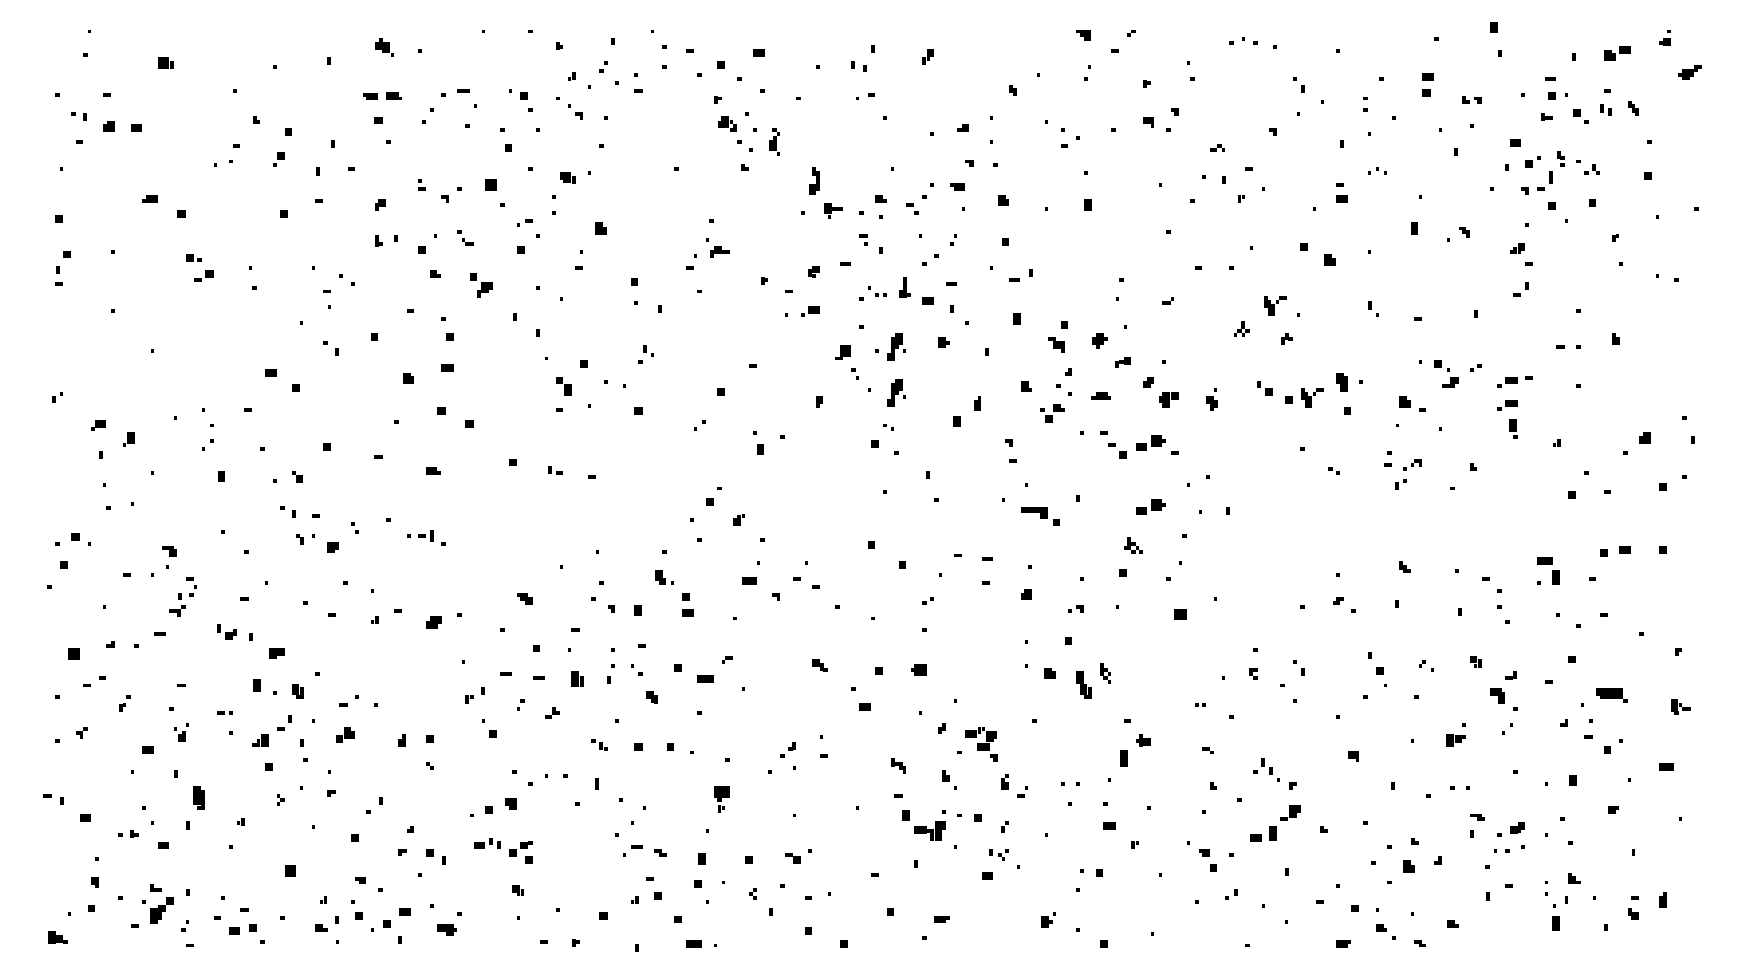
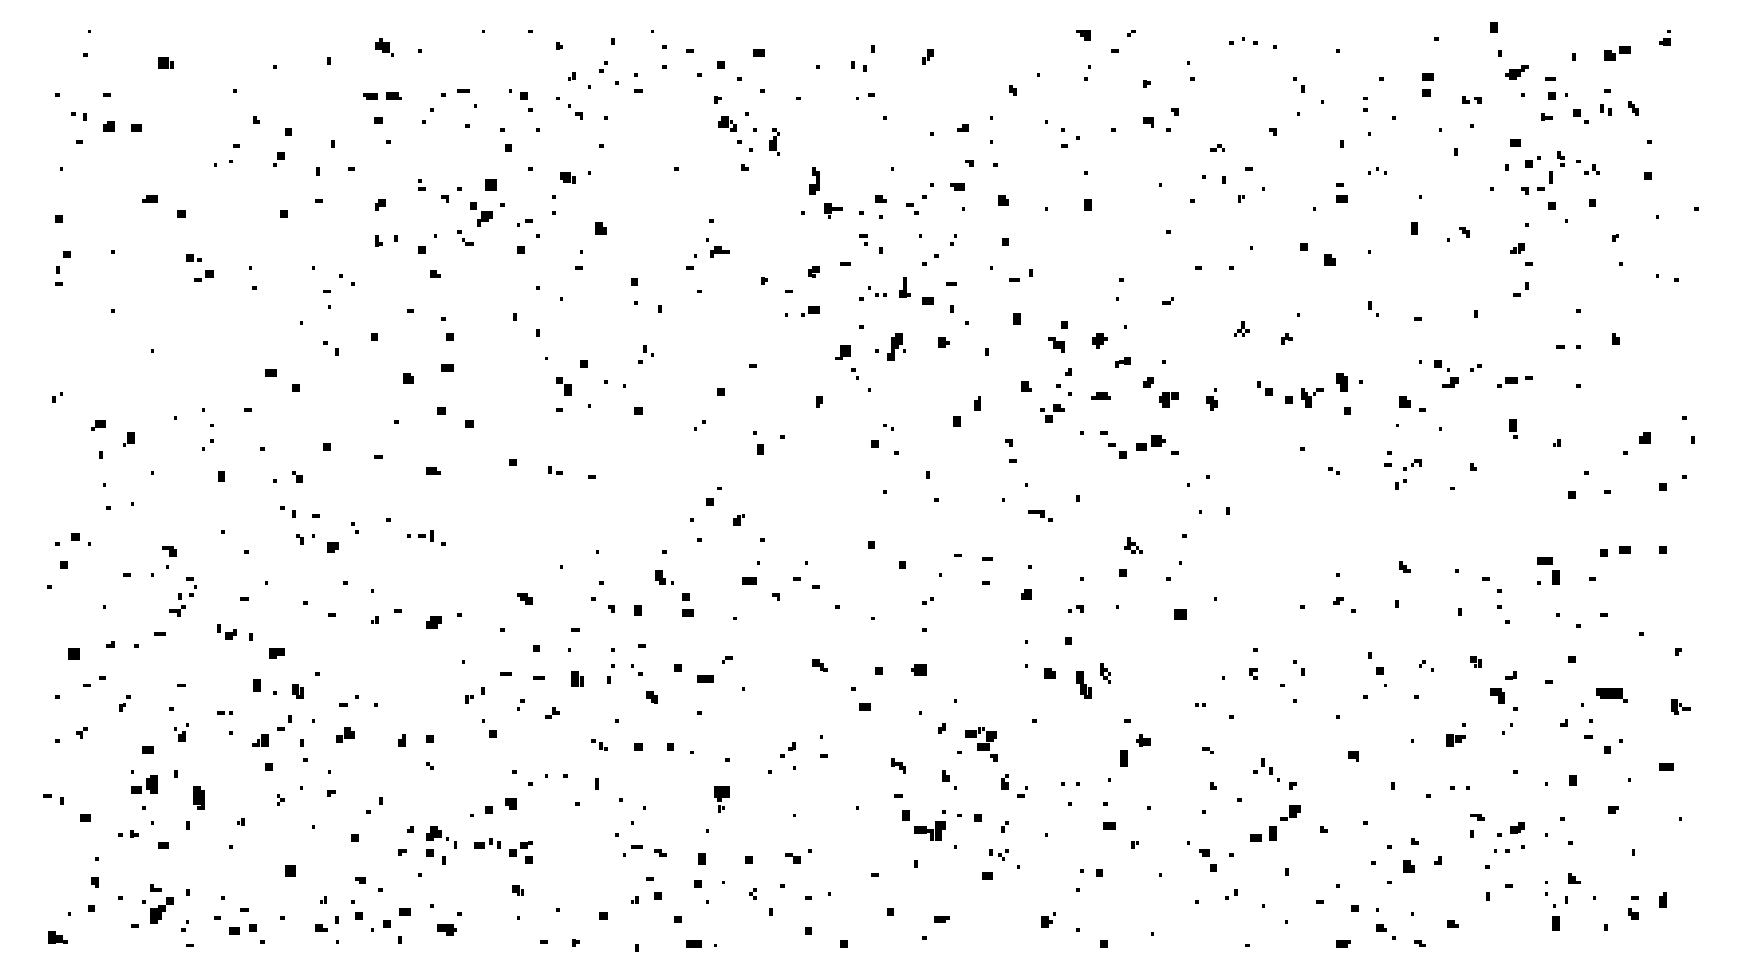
part at (1689, 72) position: (1689, 72) -> (1516, 72)
part at (481, 285) position: (481, 285) -> (481, 214)
part at (1275, 305): present -> none
part at (896, 392): present -> none
part at (1507, 405): present -> none
part at (1150, 506): present -> none
part at (1040, 516) size: 39x19 px -> 25x12 px
part at (144, 784): none -> present
part at (441, 837): none -> present
